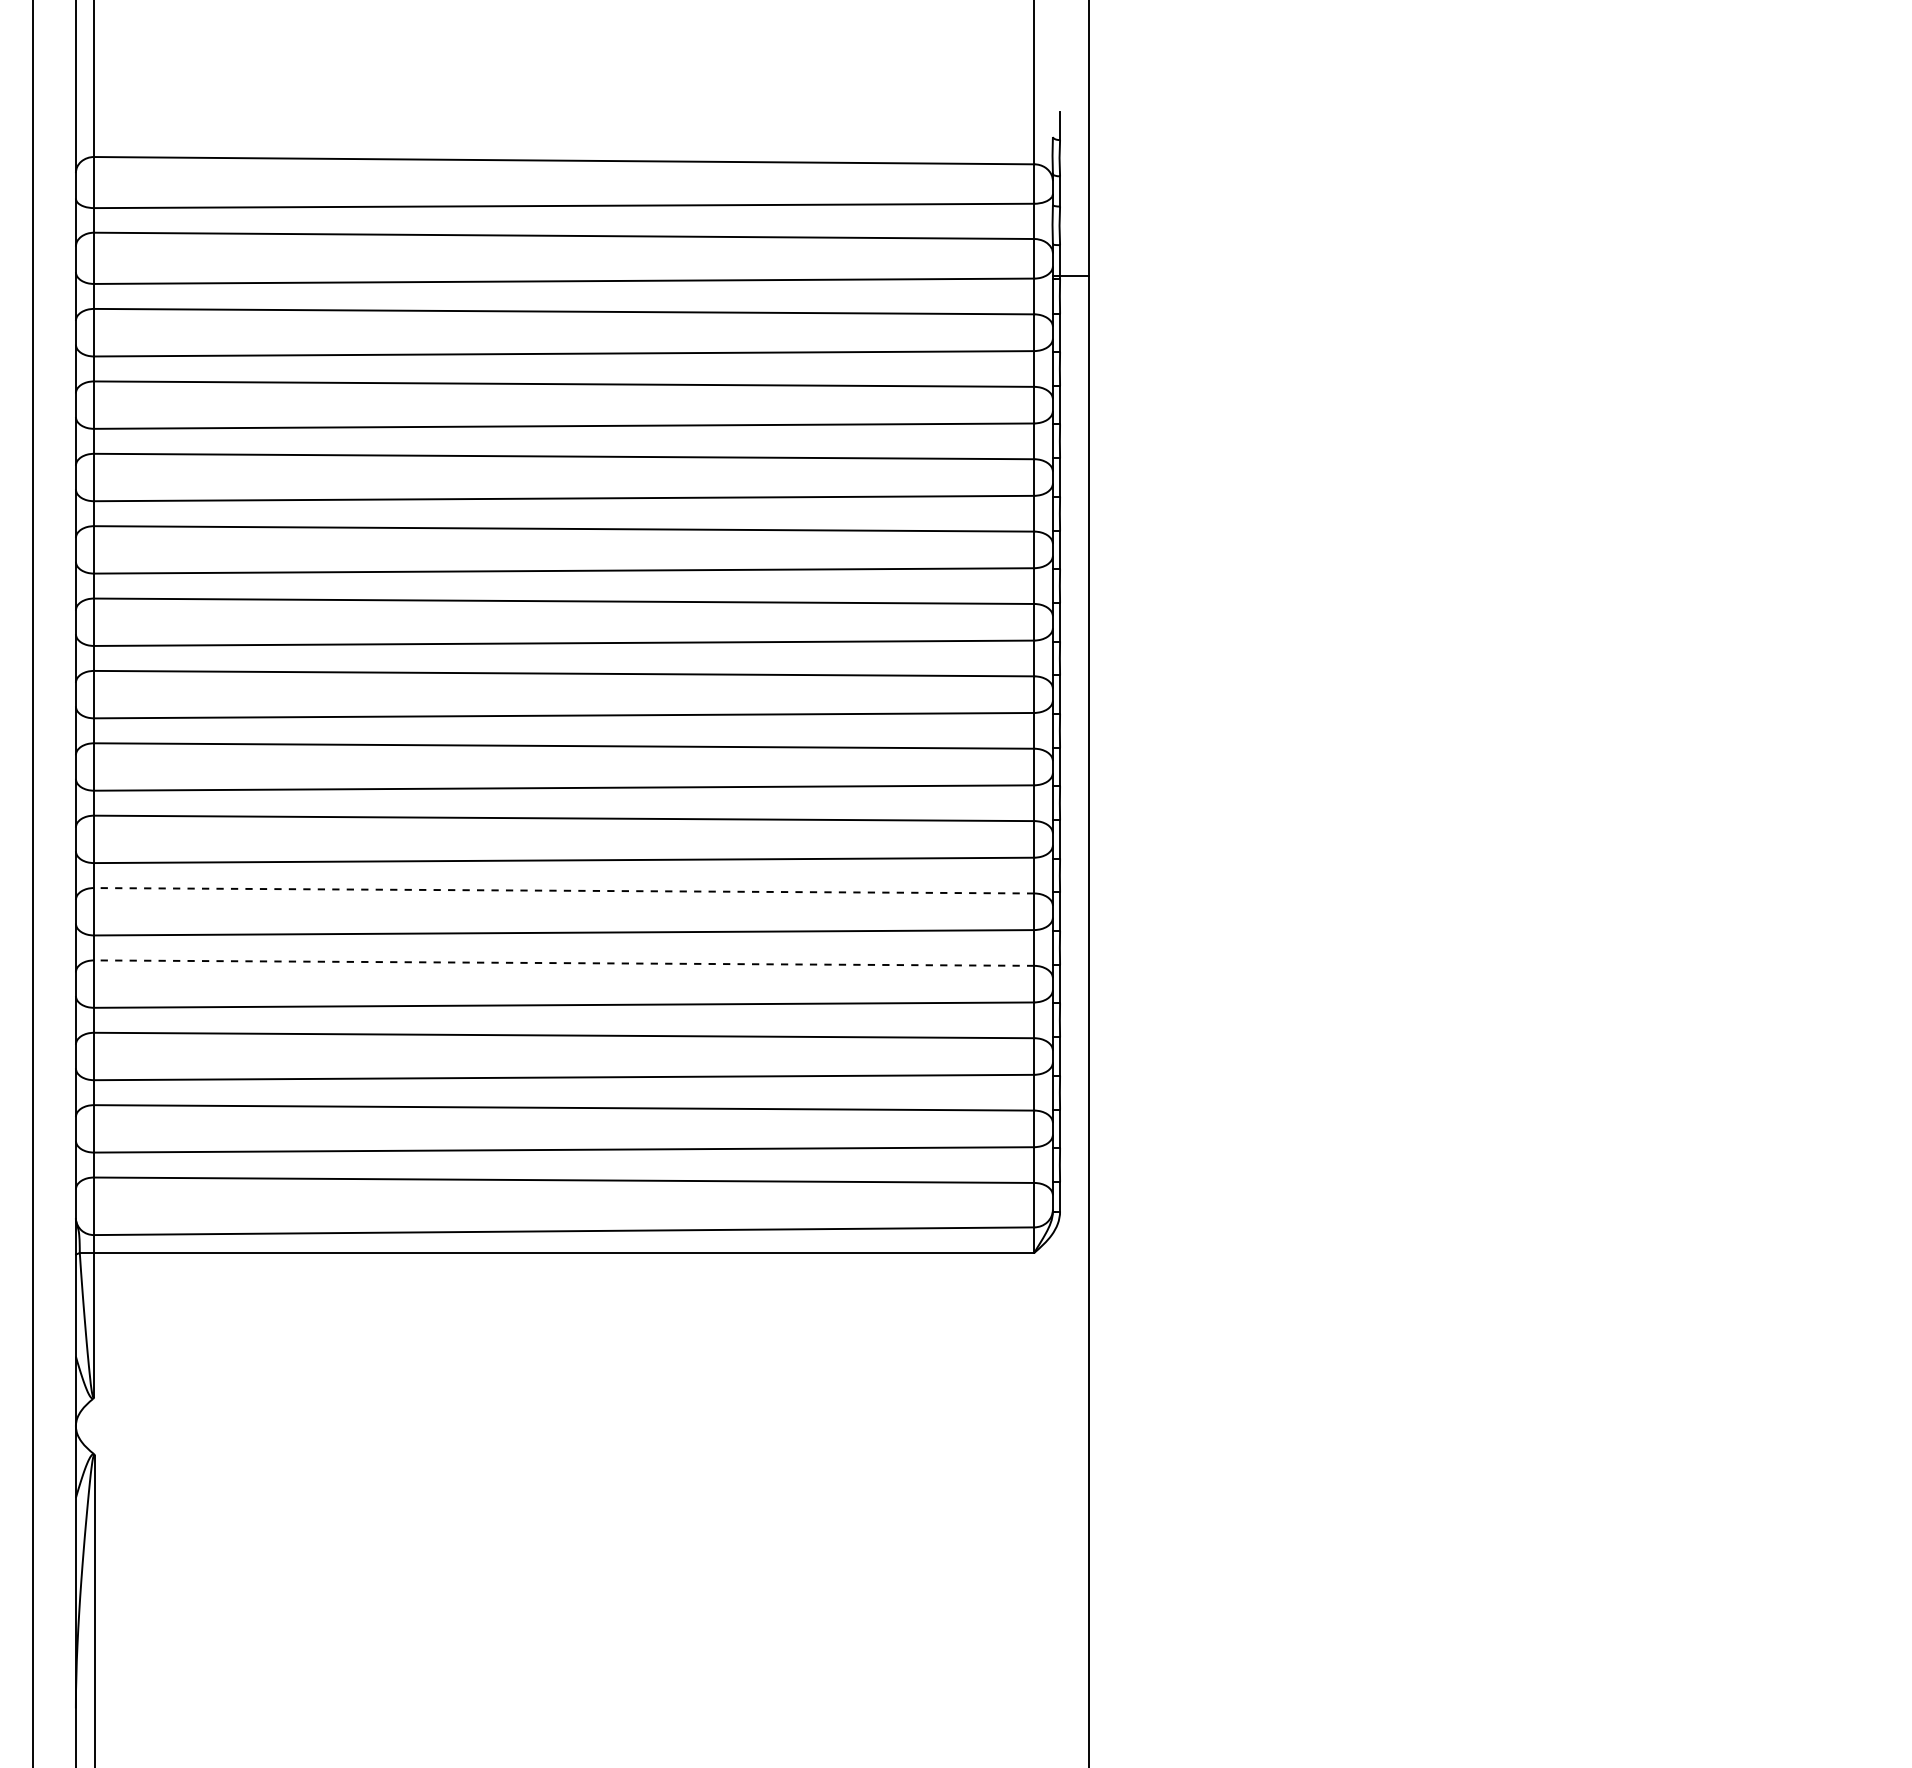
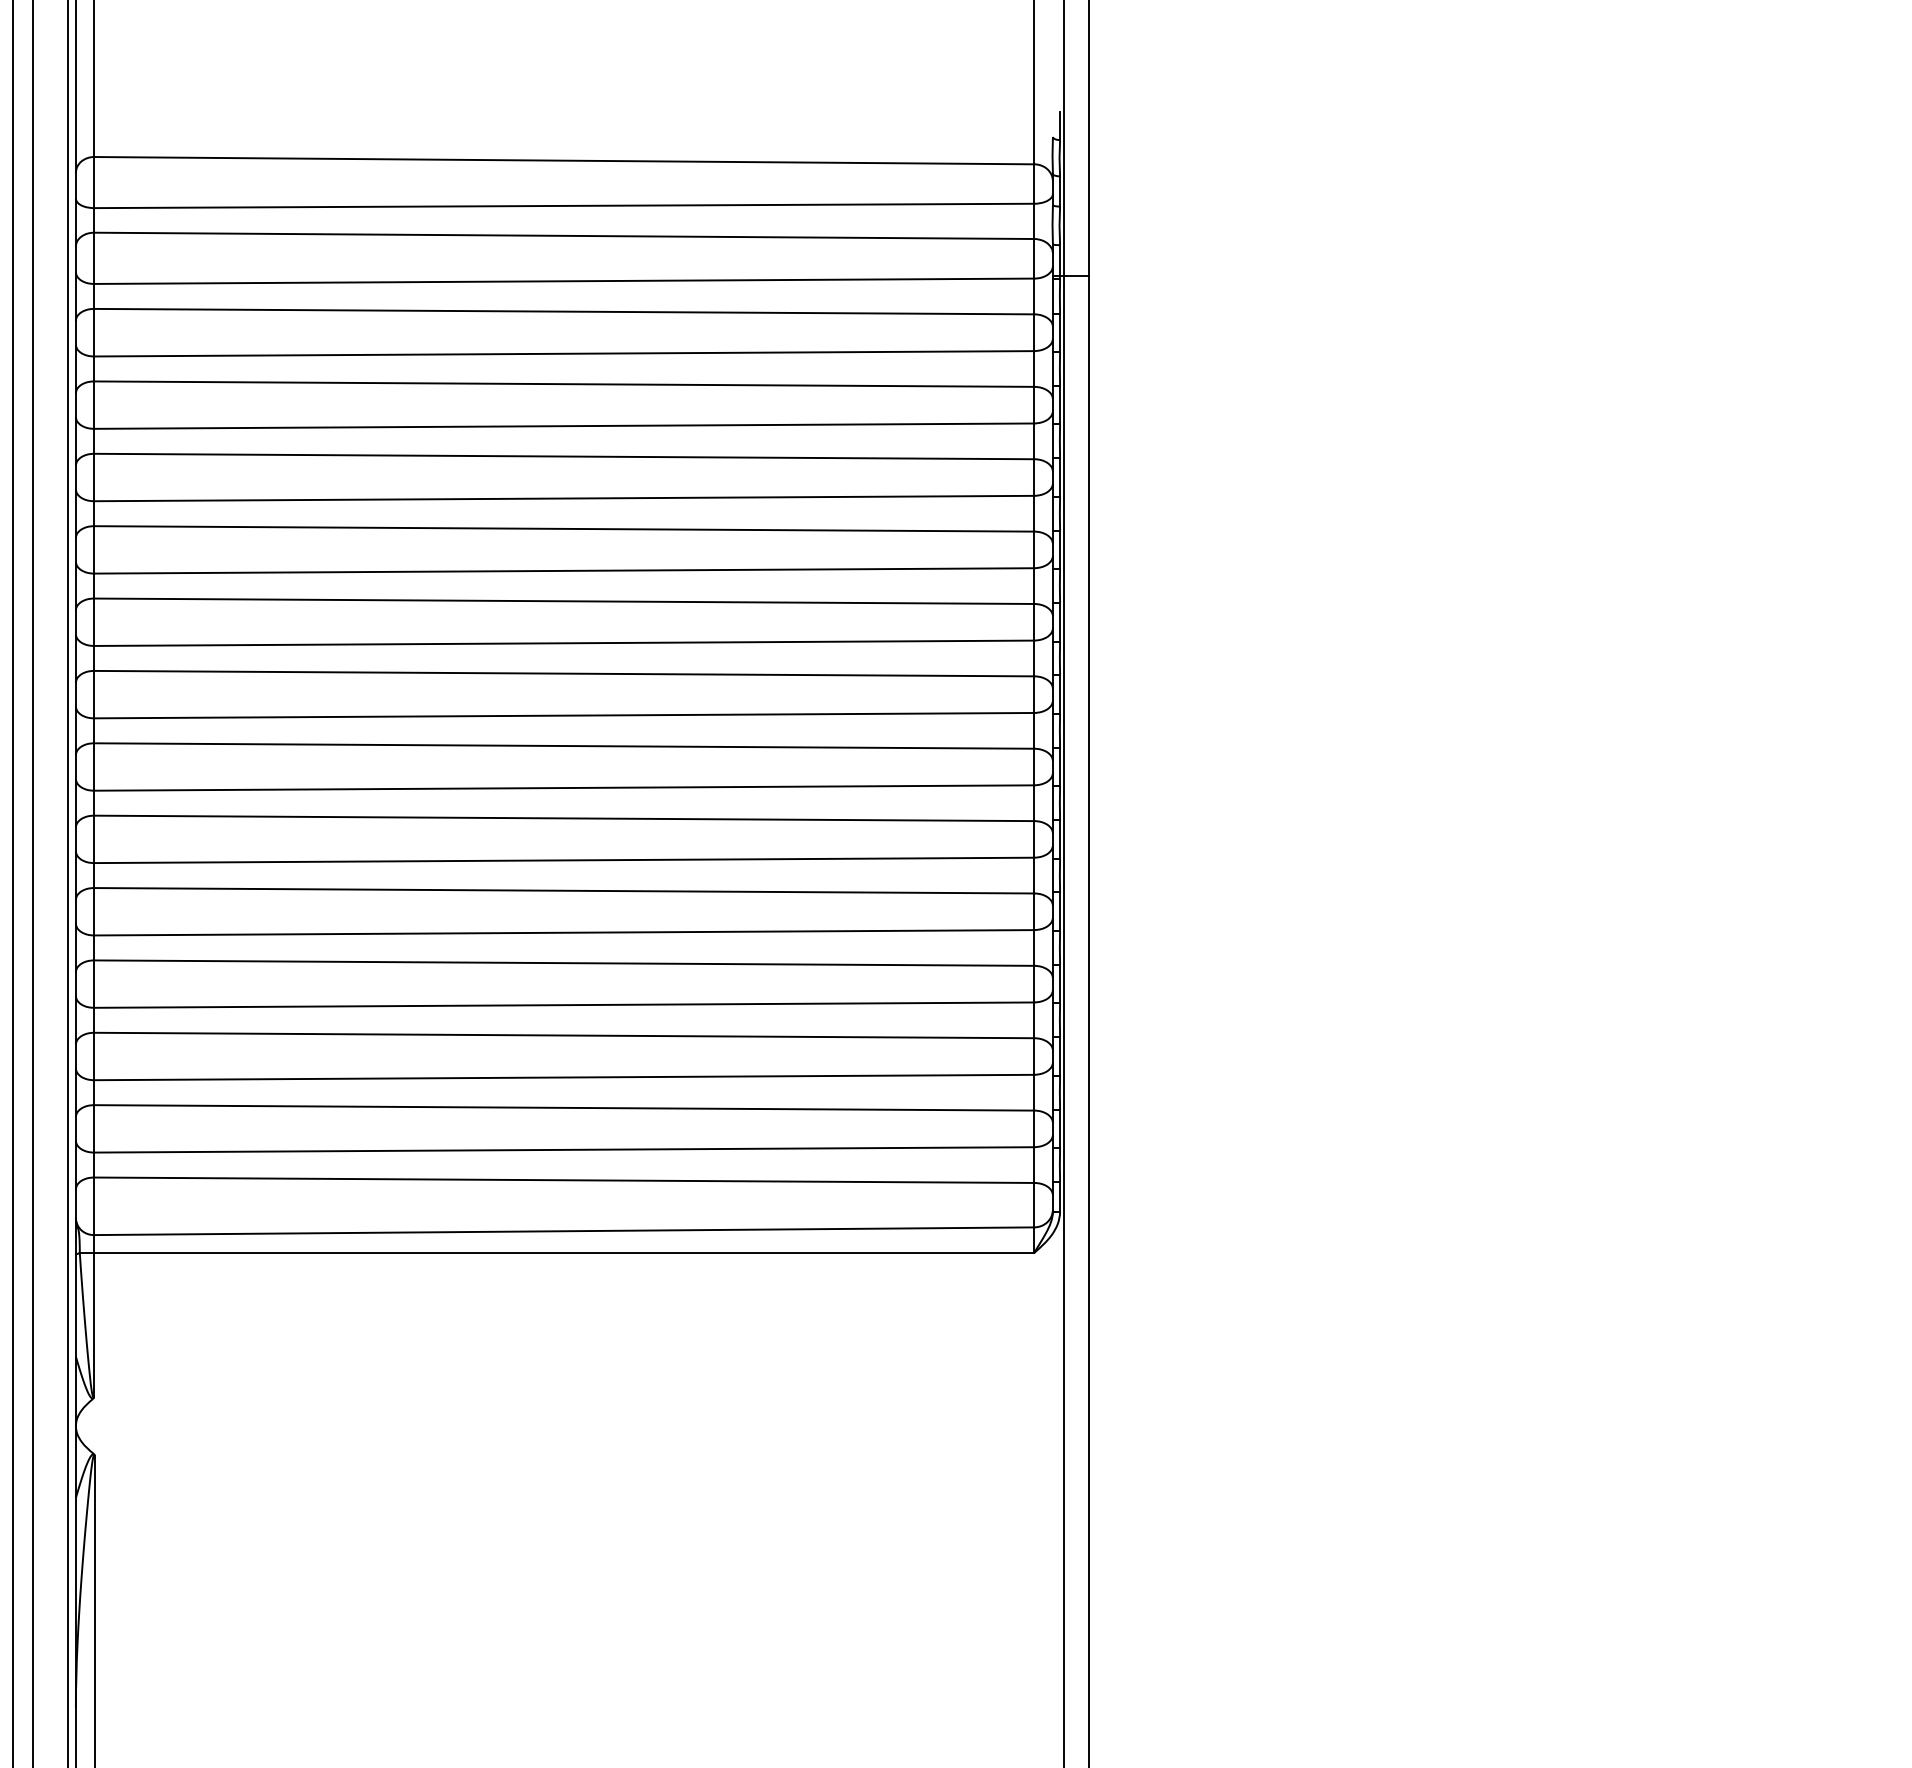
line at (13, 883): none -> present
line at (67, 883): none -> present
line at (1064, 883): none -> present
line at (563, 890): dashed -> solid
line at (563, 963): dashed -> solid
